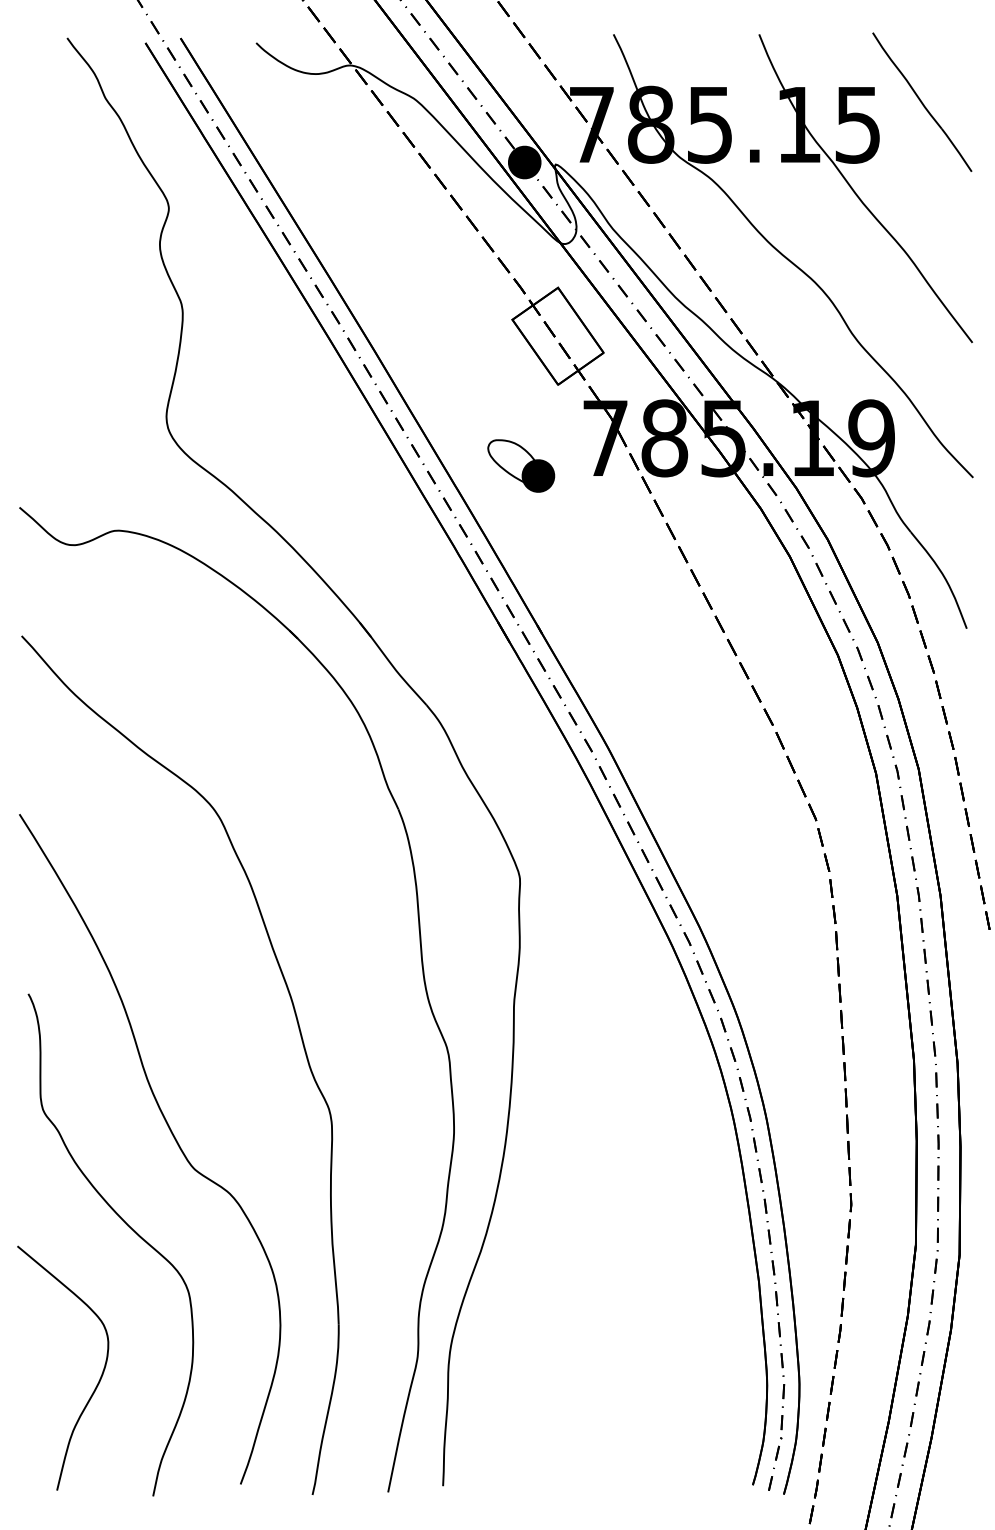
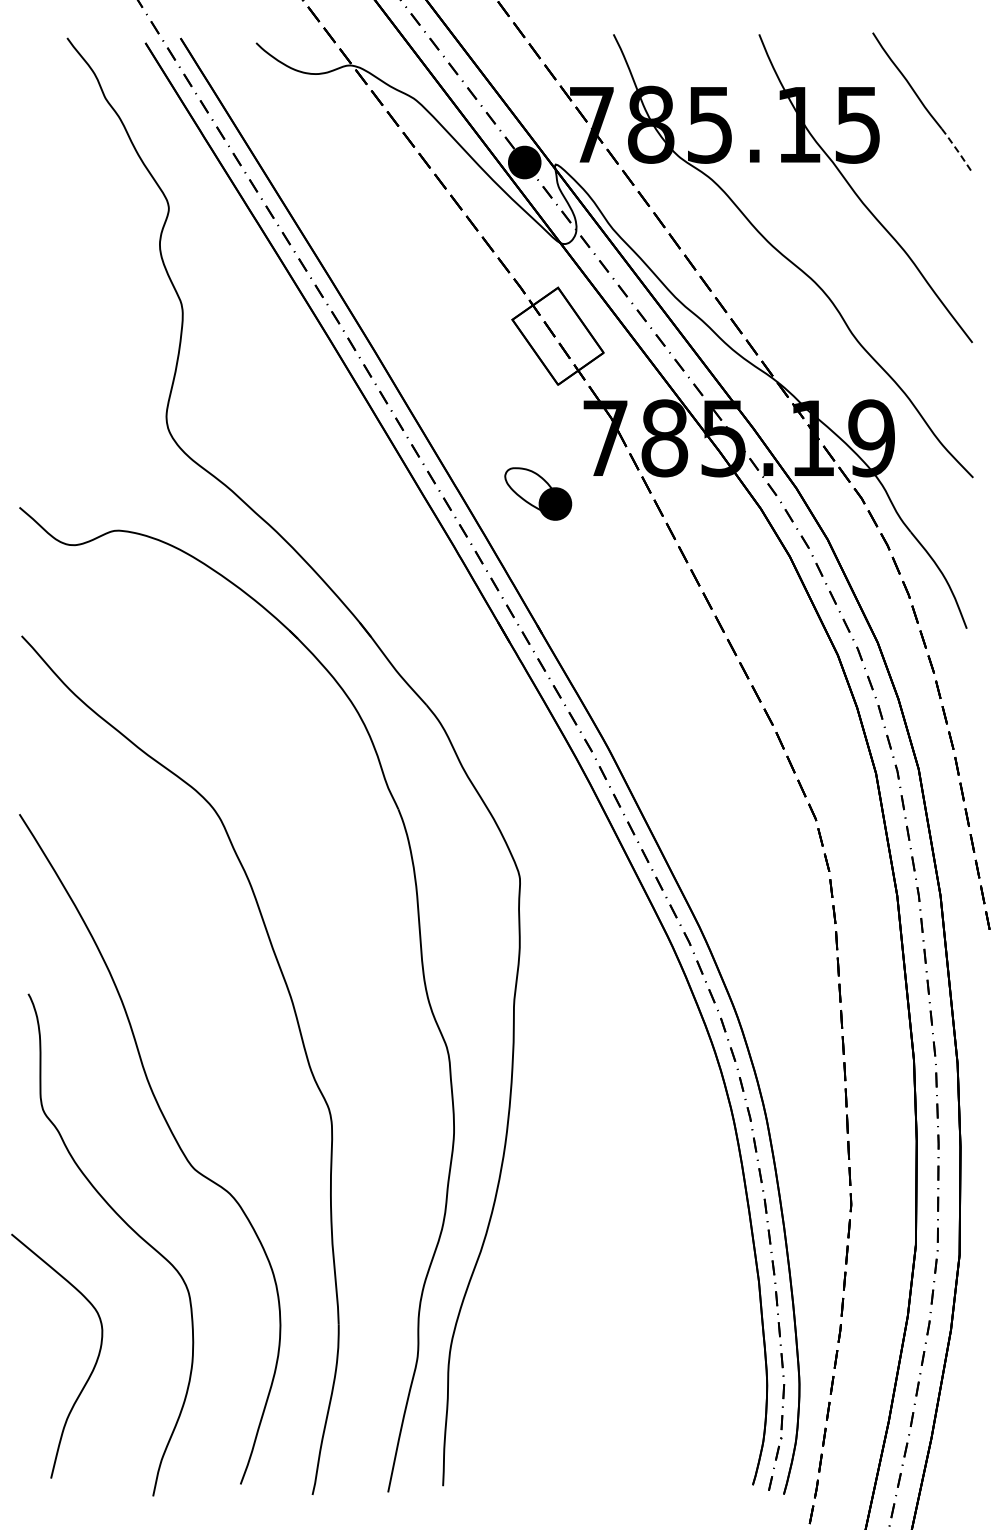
line at (957, 150): solid -> dashed
part at (521, 465) position: (521, 465) -> (538, 493)
curve at (94, 1388) position: (94, 1388) -> (88, 1376)
